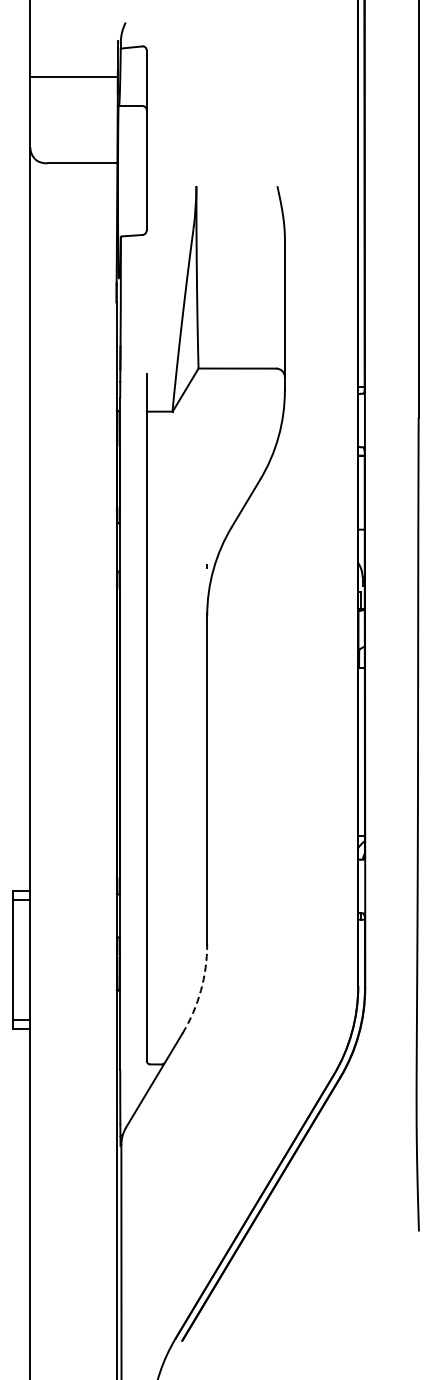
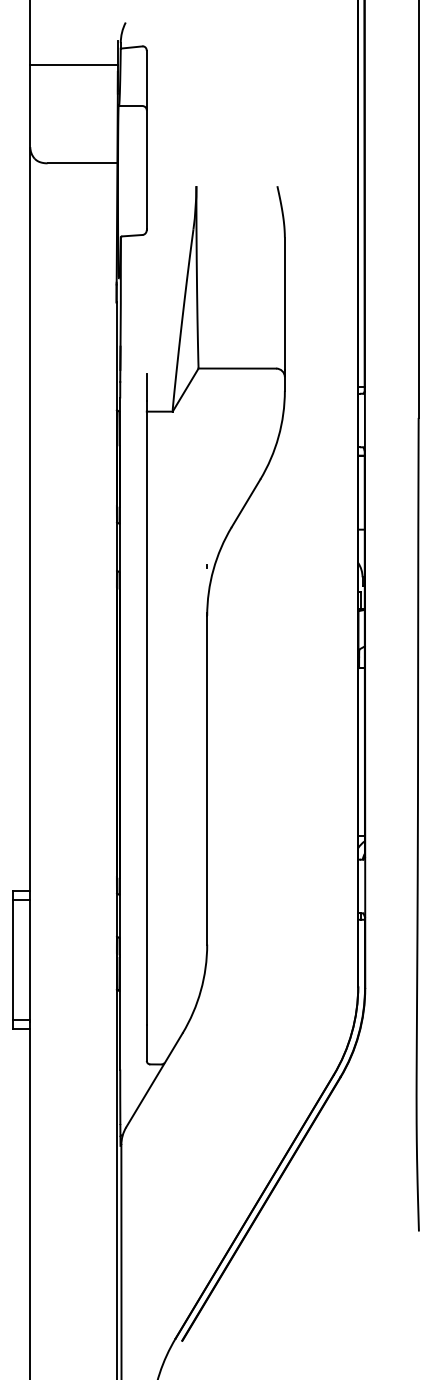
line at (73, 77) position: (73, 77) -> (73, 65)
arc at (200, 990): dashed -> solid
